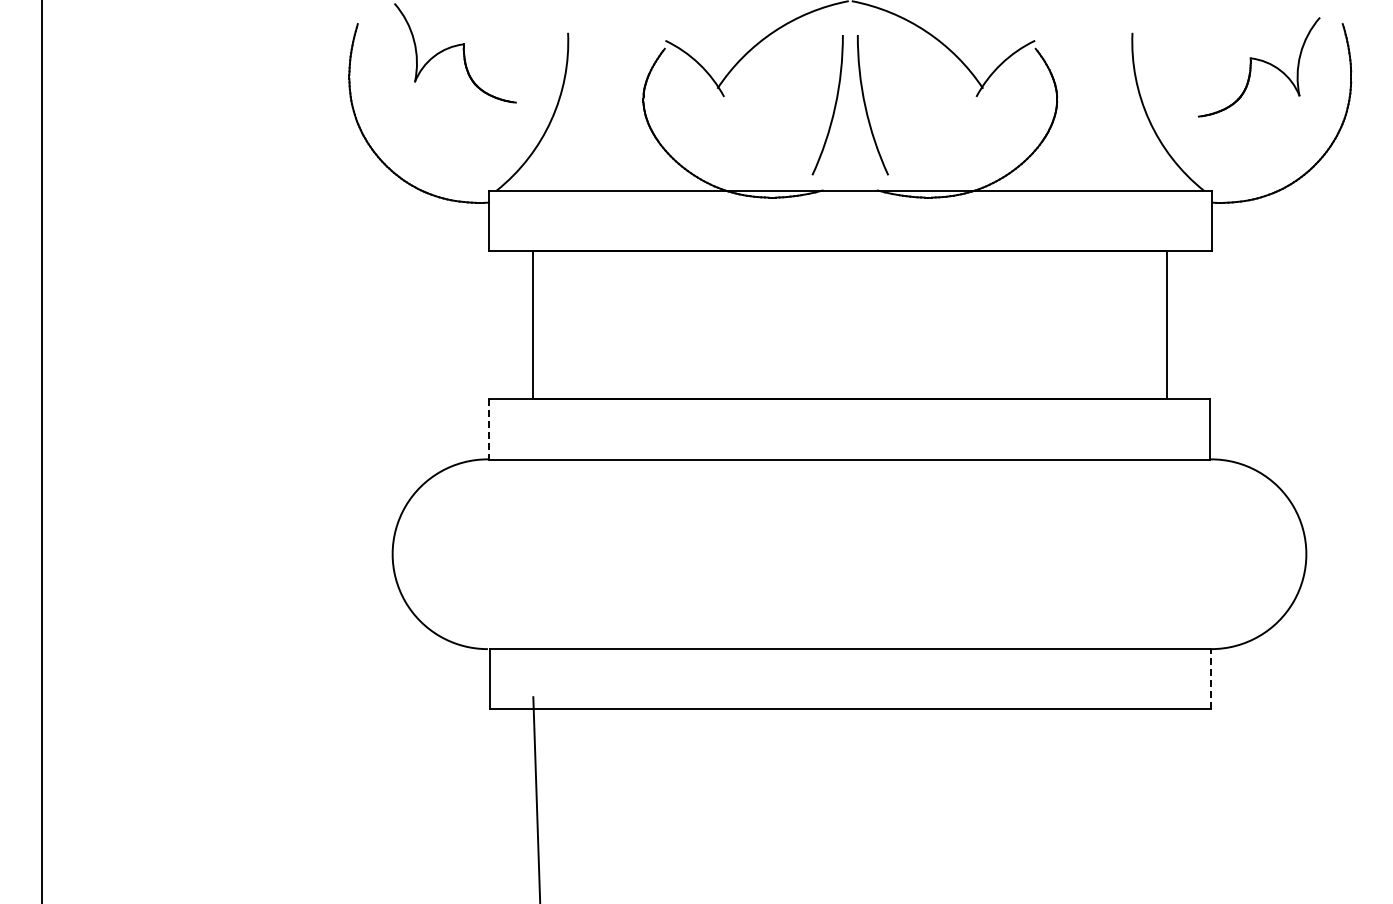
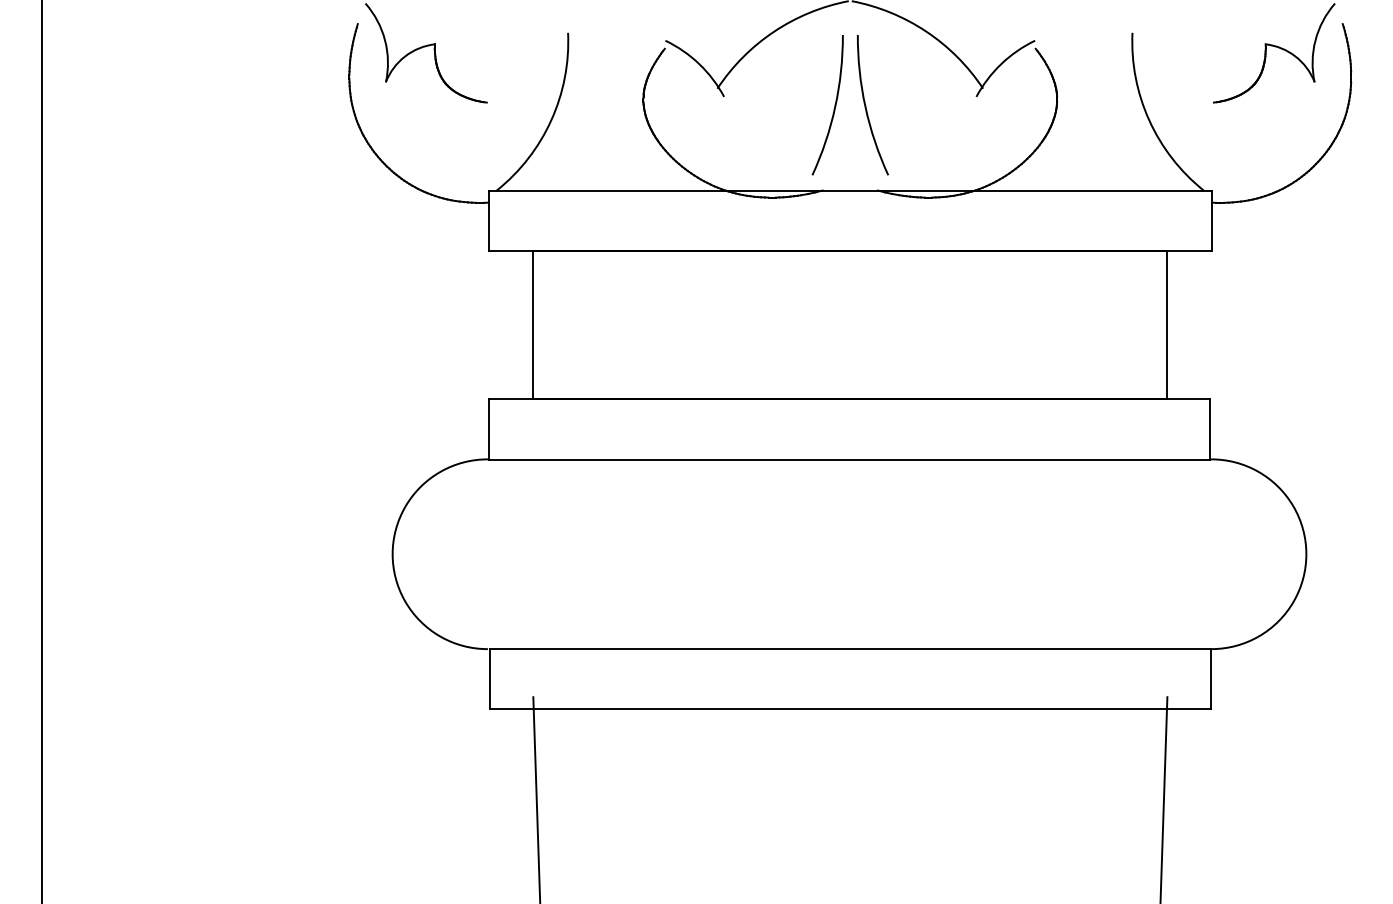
part at (454, 47) position: (454, 47) -> (425, 47)
part at (1260, 61) position: (1260, 61) -> (1275, 47)
line at (488, 429): dashed -> solid
line at (1211, 678): dashed -> solid
line at (1163, 798): none -> present
